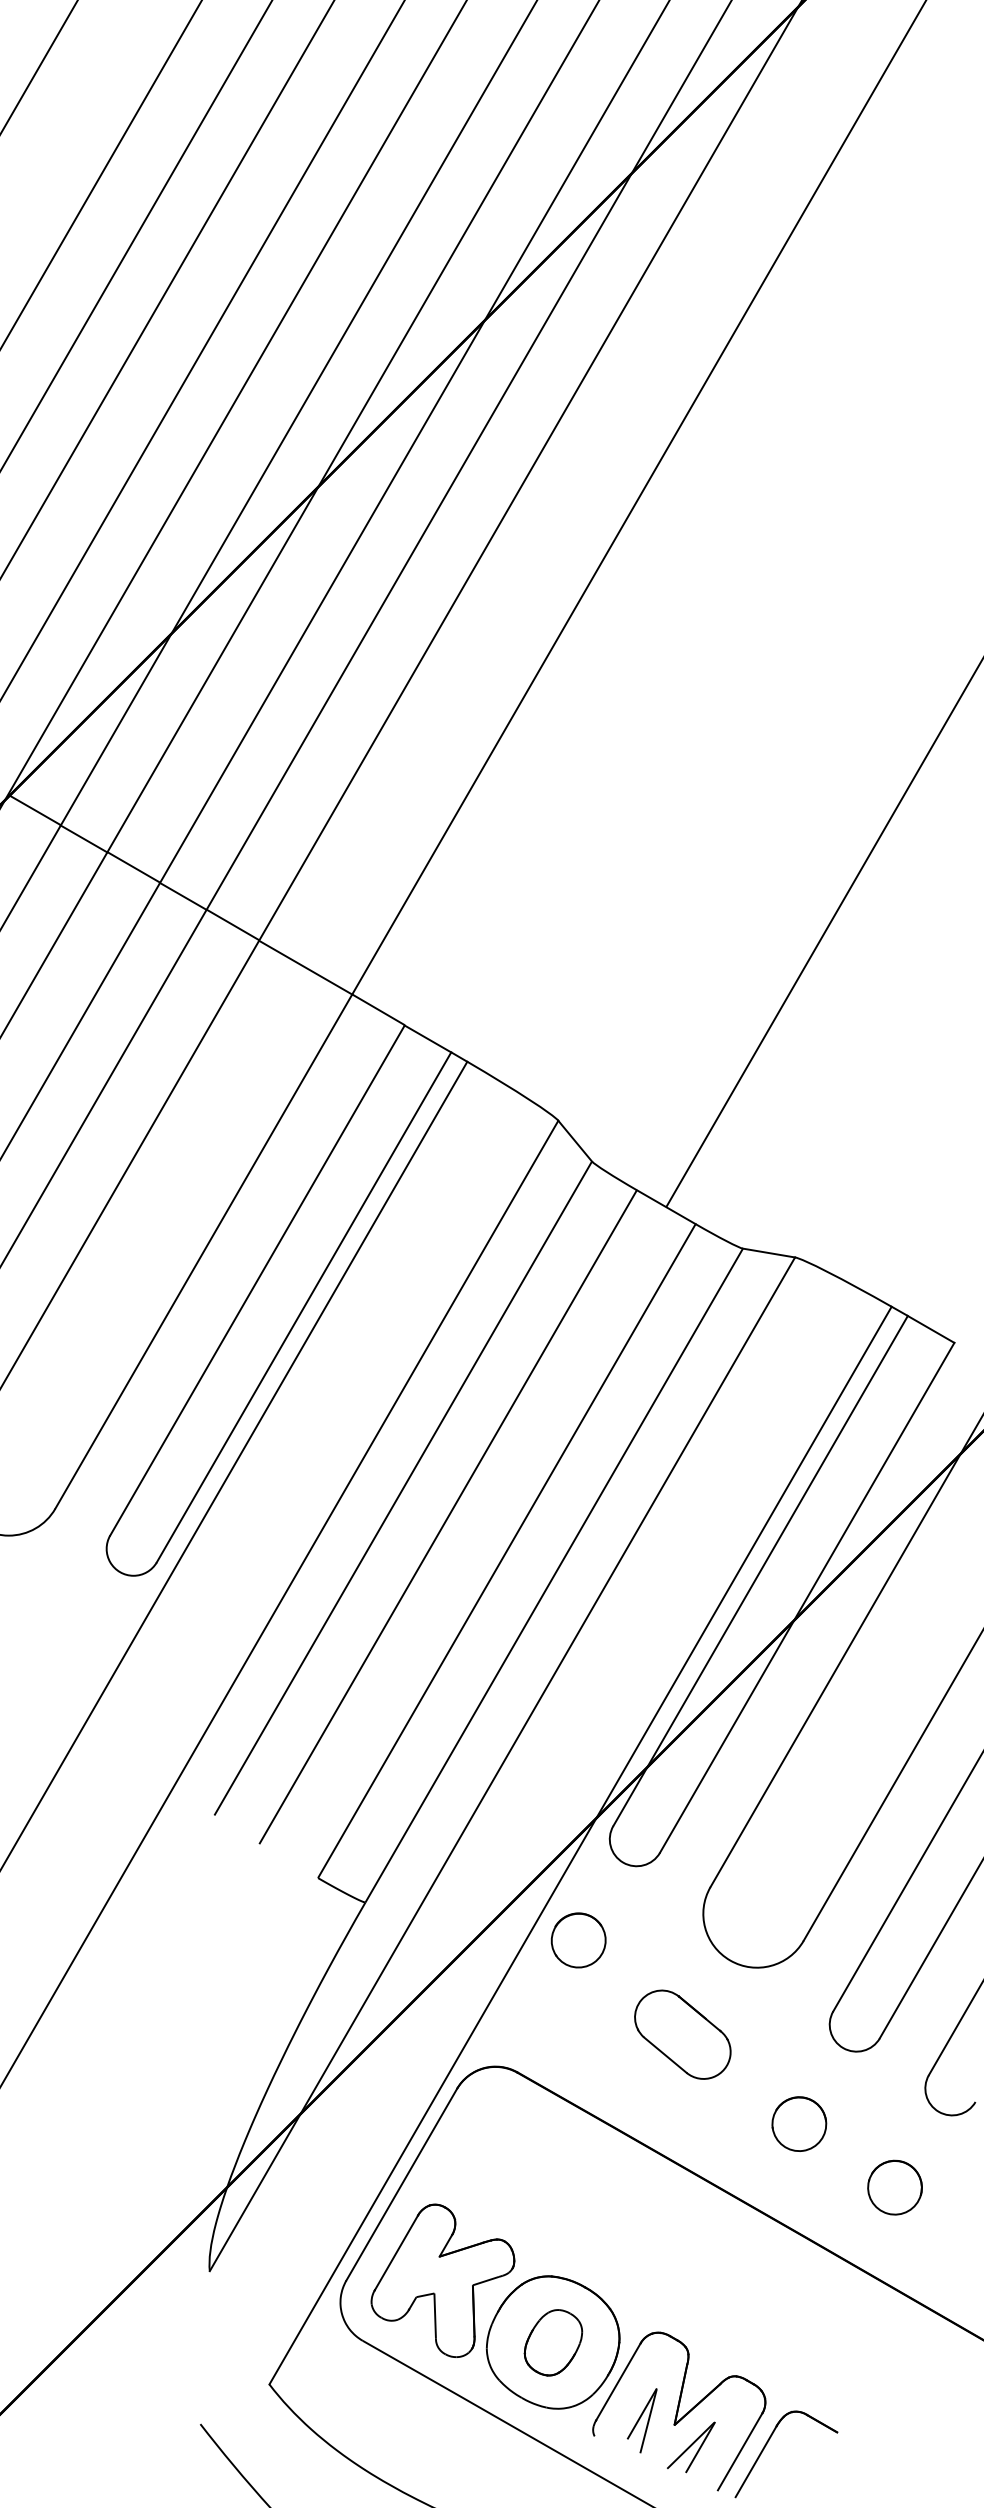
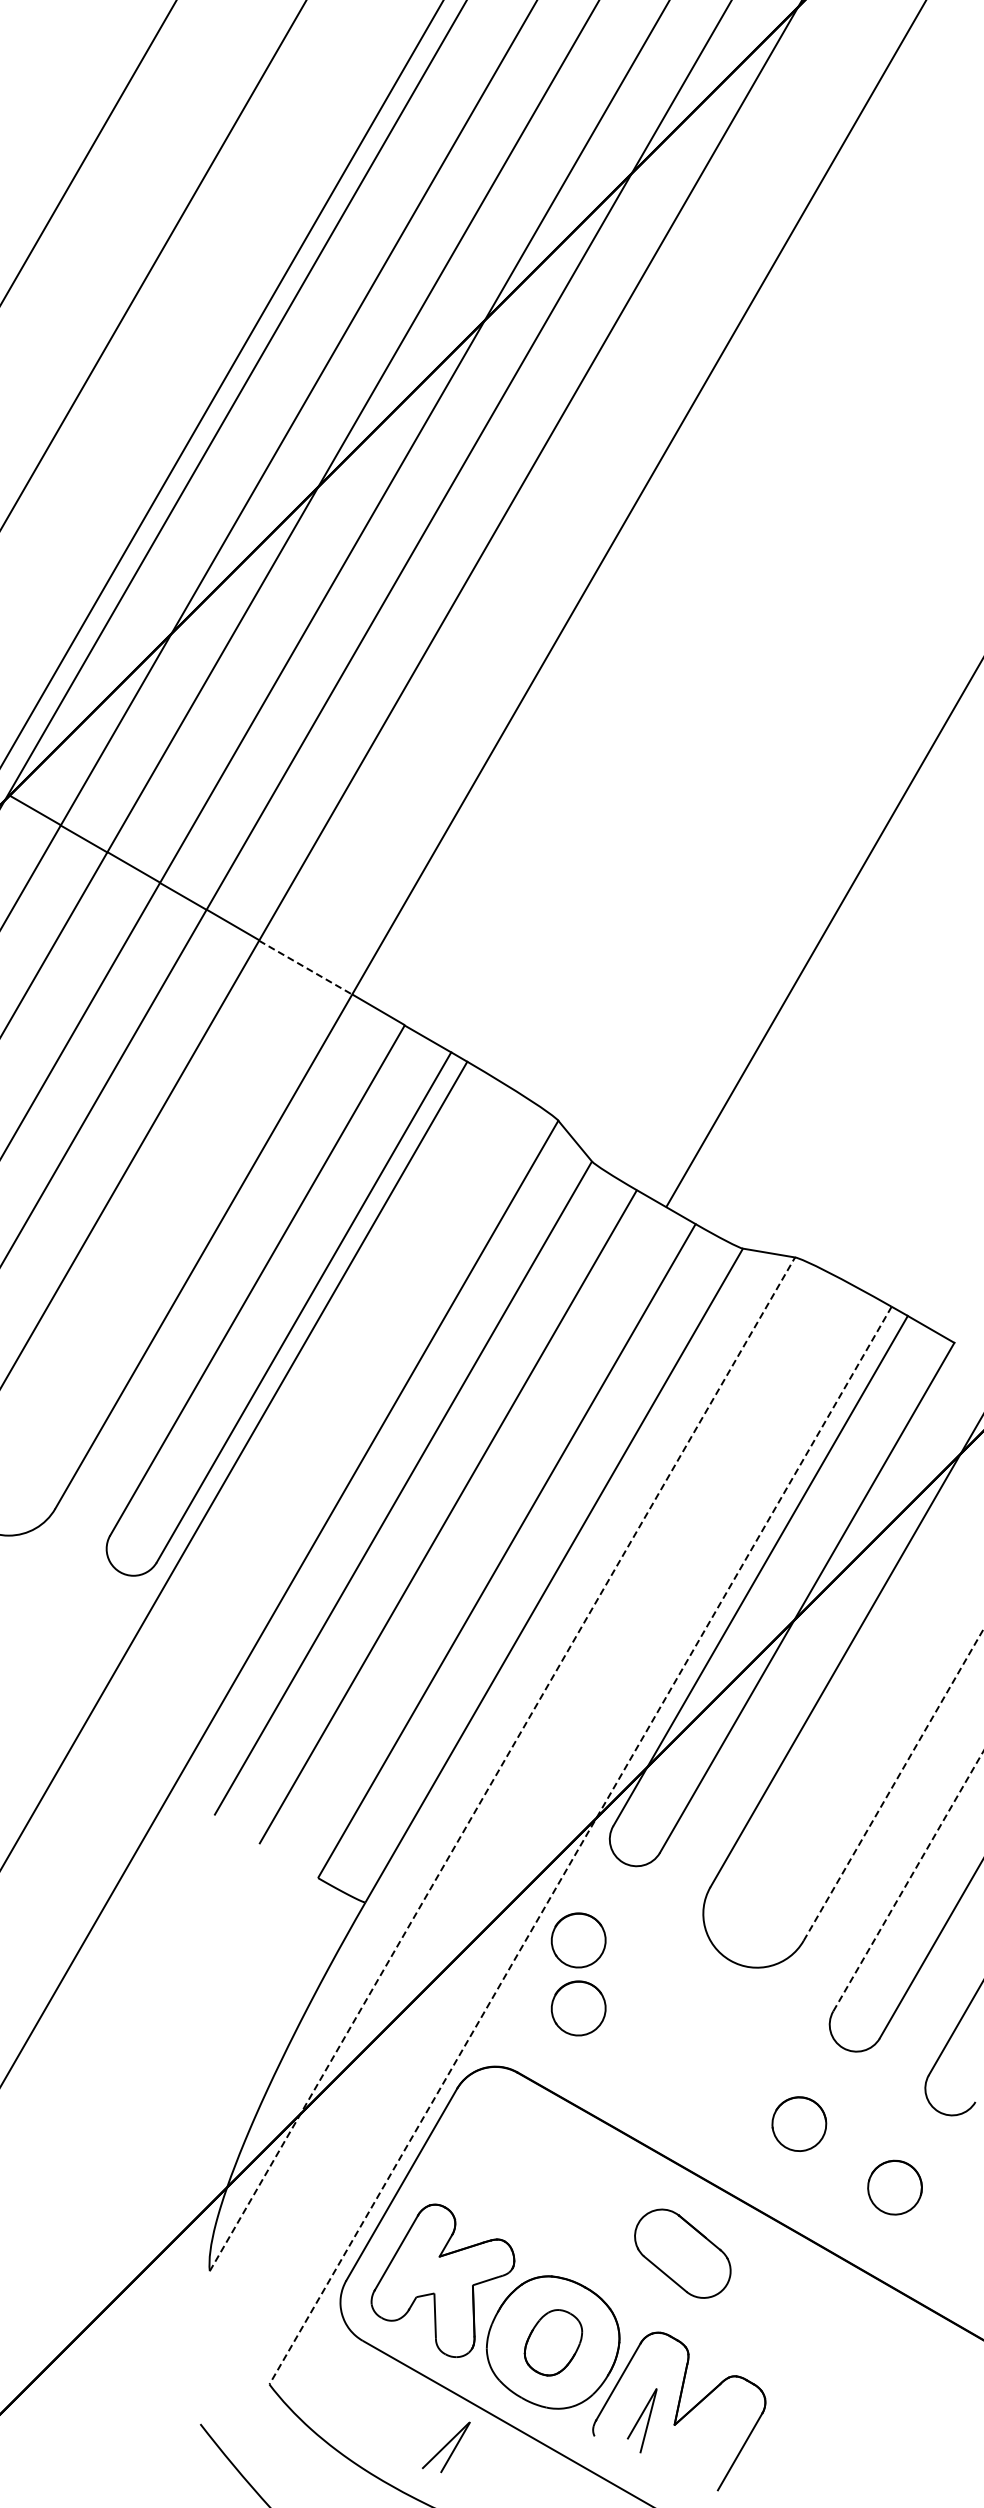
line at (39, 66): present -> none
line at (101, 174) position: (101, 174) -> (88, 152)
line at (136, 234): present -> none
line at (167, 288) position: (167, 288) -> (153, 264)
line at (202, 349) position: (202, 349) -> (222, 383)
line at (305, 967): solid -> dashed
line at (502, 1763): solid -> dashed
line at (893, 1785): solid -> dashed
line at (580, 1846): solid -> dashed
line at (908, 1880): solid -> dashed
part at (578, 2008): none -> present
part at (682, 2034) position: (682, 2034) -> (682, 2253)
part at (767, 2444): present -> none
part at (691, 2447) position: (691, 2447) -> (446, 2447)
